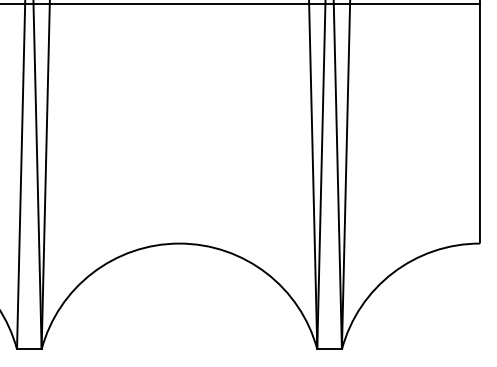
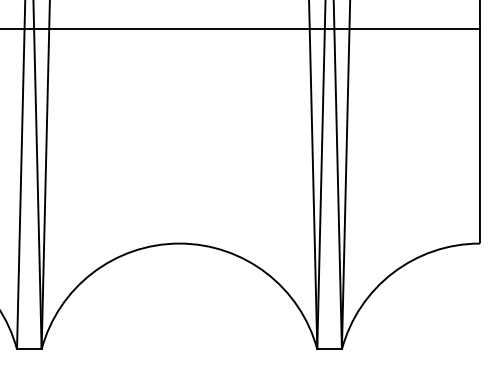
line at (240, 4) position: (240, 4) -> (240, 29)
